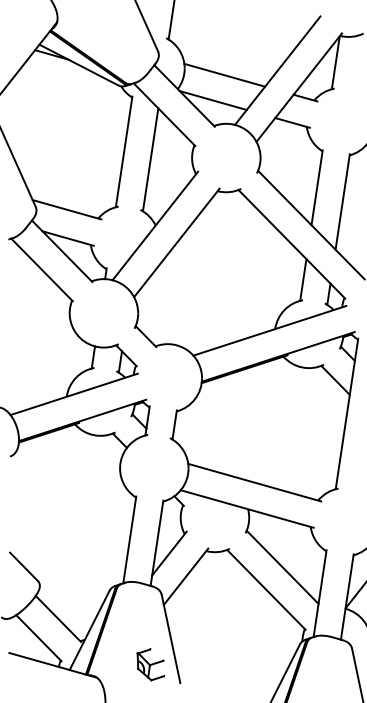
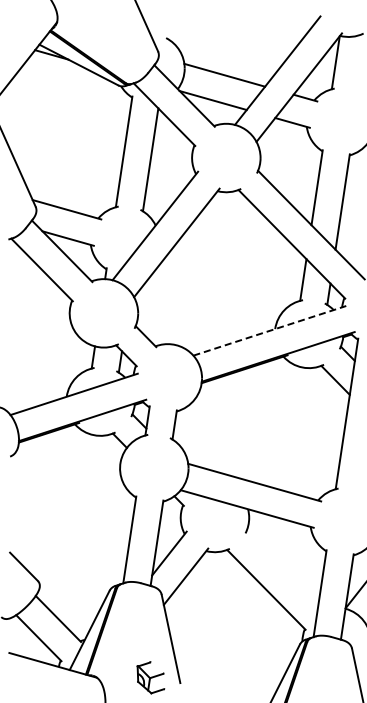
line at (171, 20): present -> none
line at (270, 330): solid -> dashed
line at (282, 566): present -> none
part at (150, 664) position: (150, 664) -> (150, 677)
